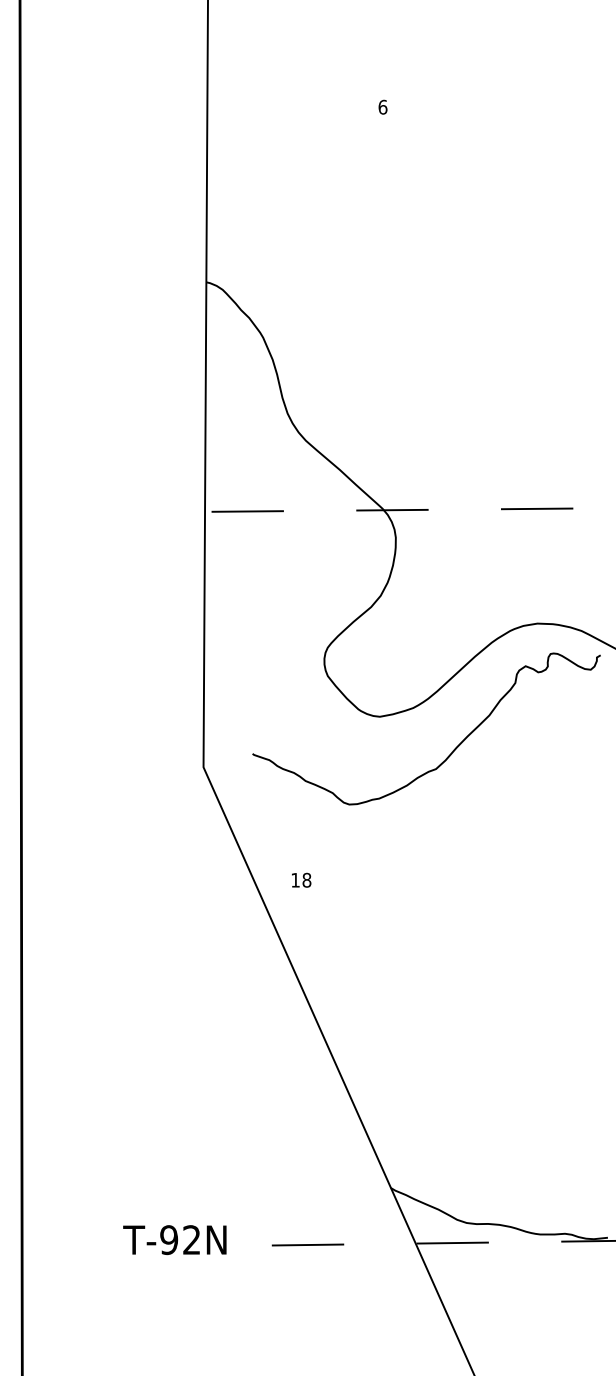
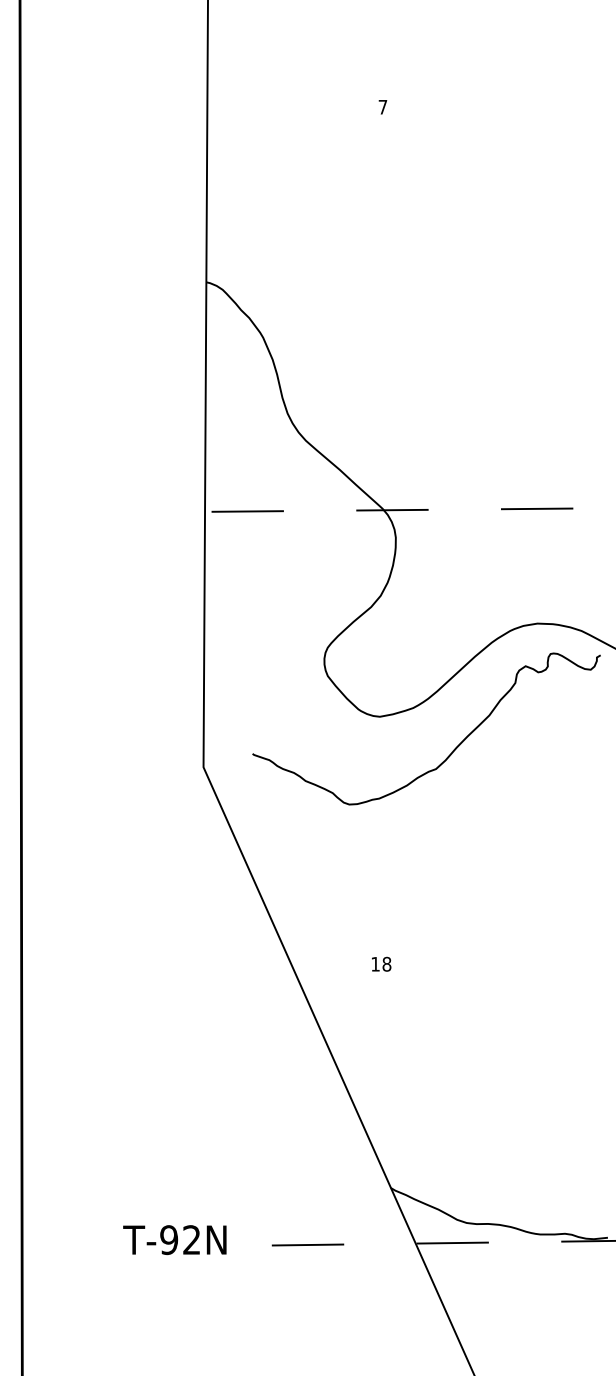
text at (382, 106): 6 -> 7
text at (301, 879) position: (301, 879) -> (381, 963)
